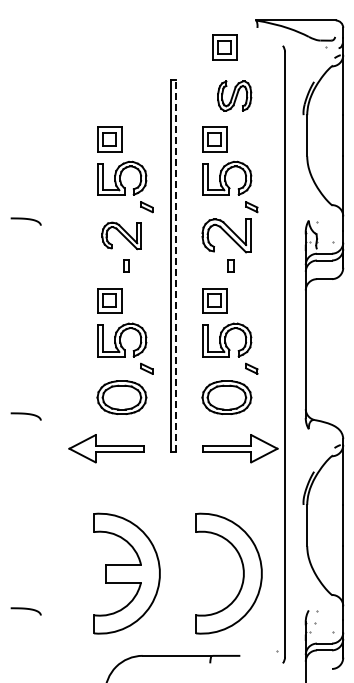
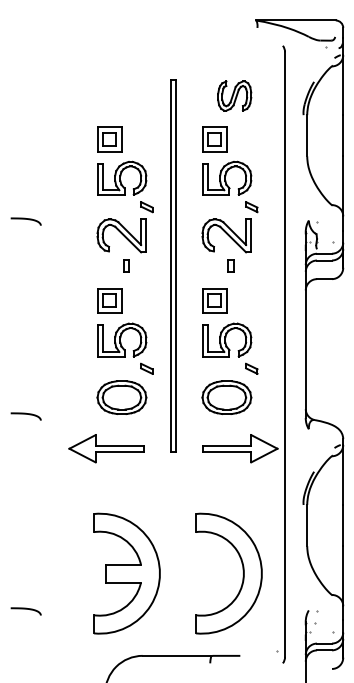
part at (224, 47): present -> none
part at (121, 235) size: 41x30 px -> 51x36 px
line at (176, 266): dashed -> solid
